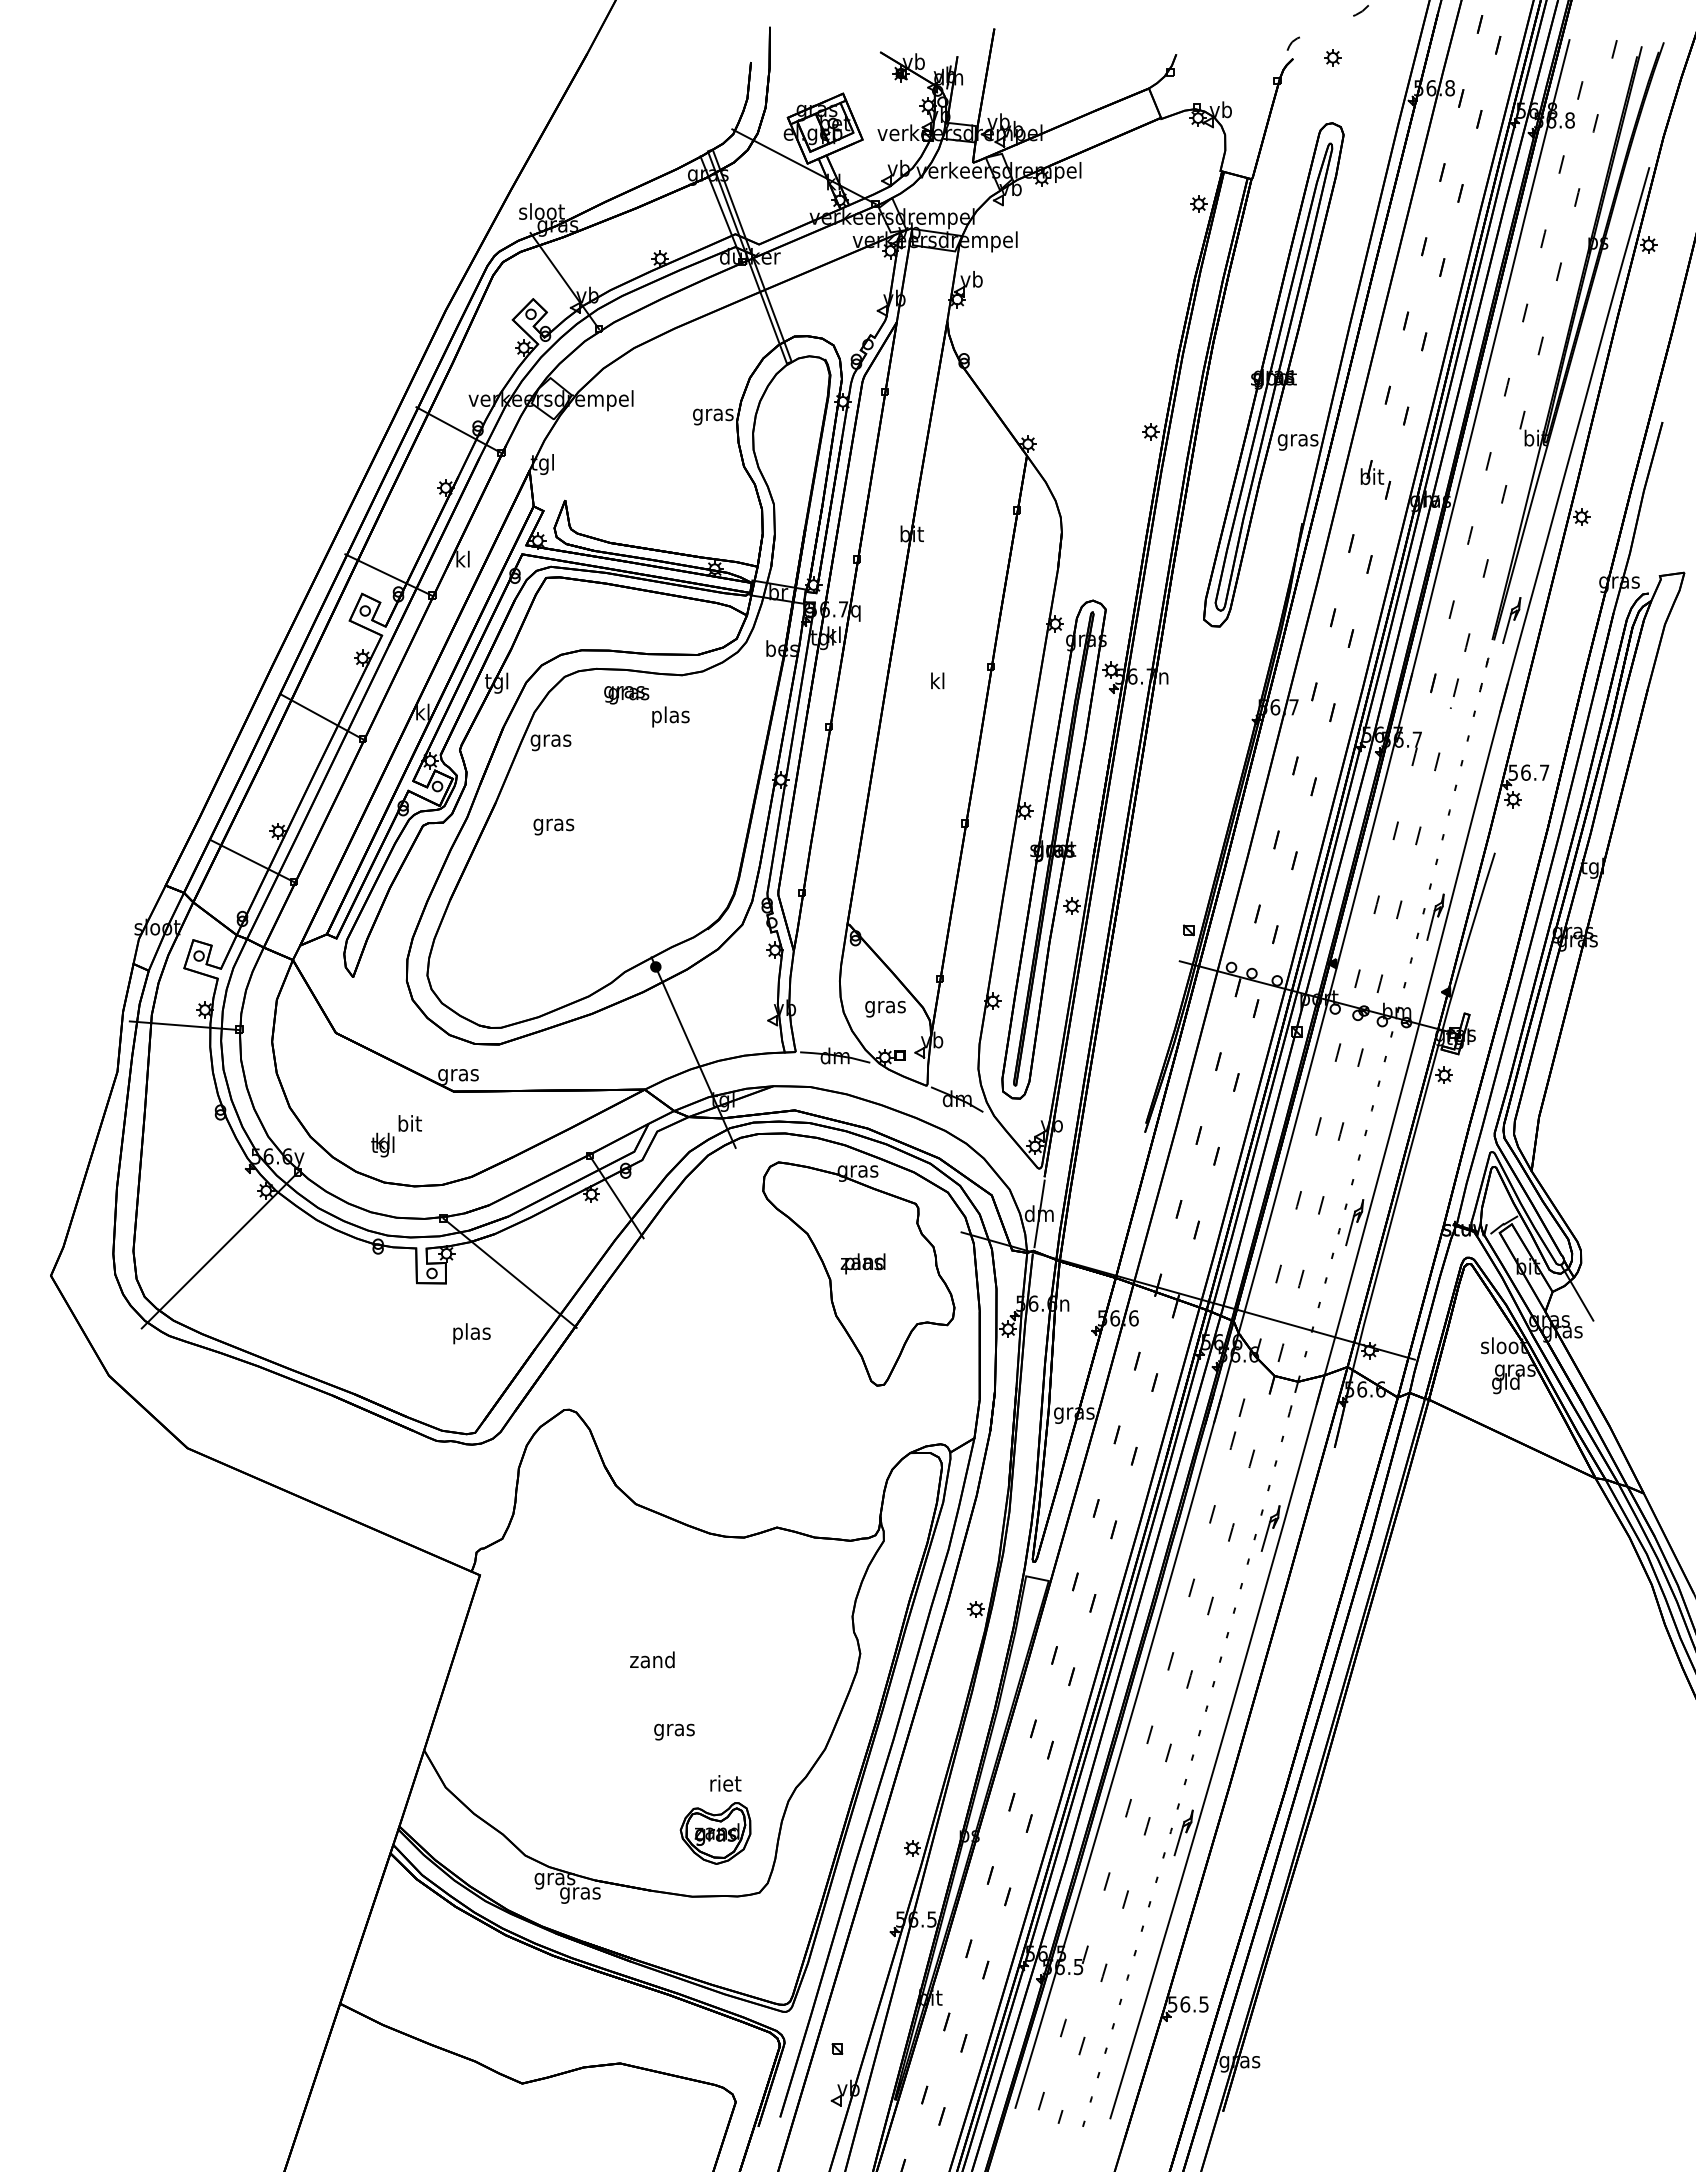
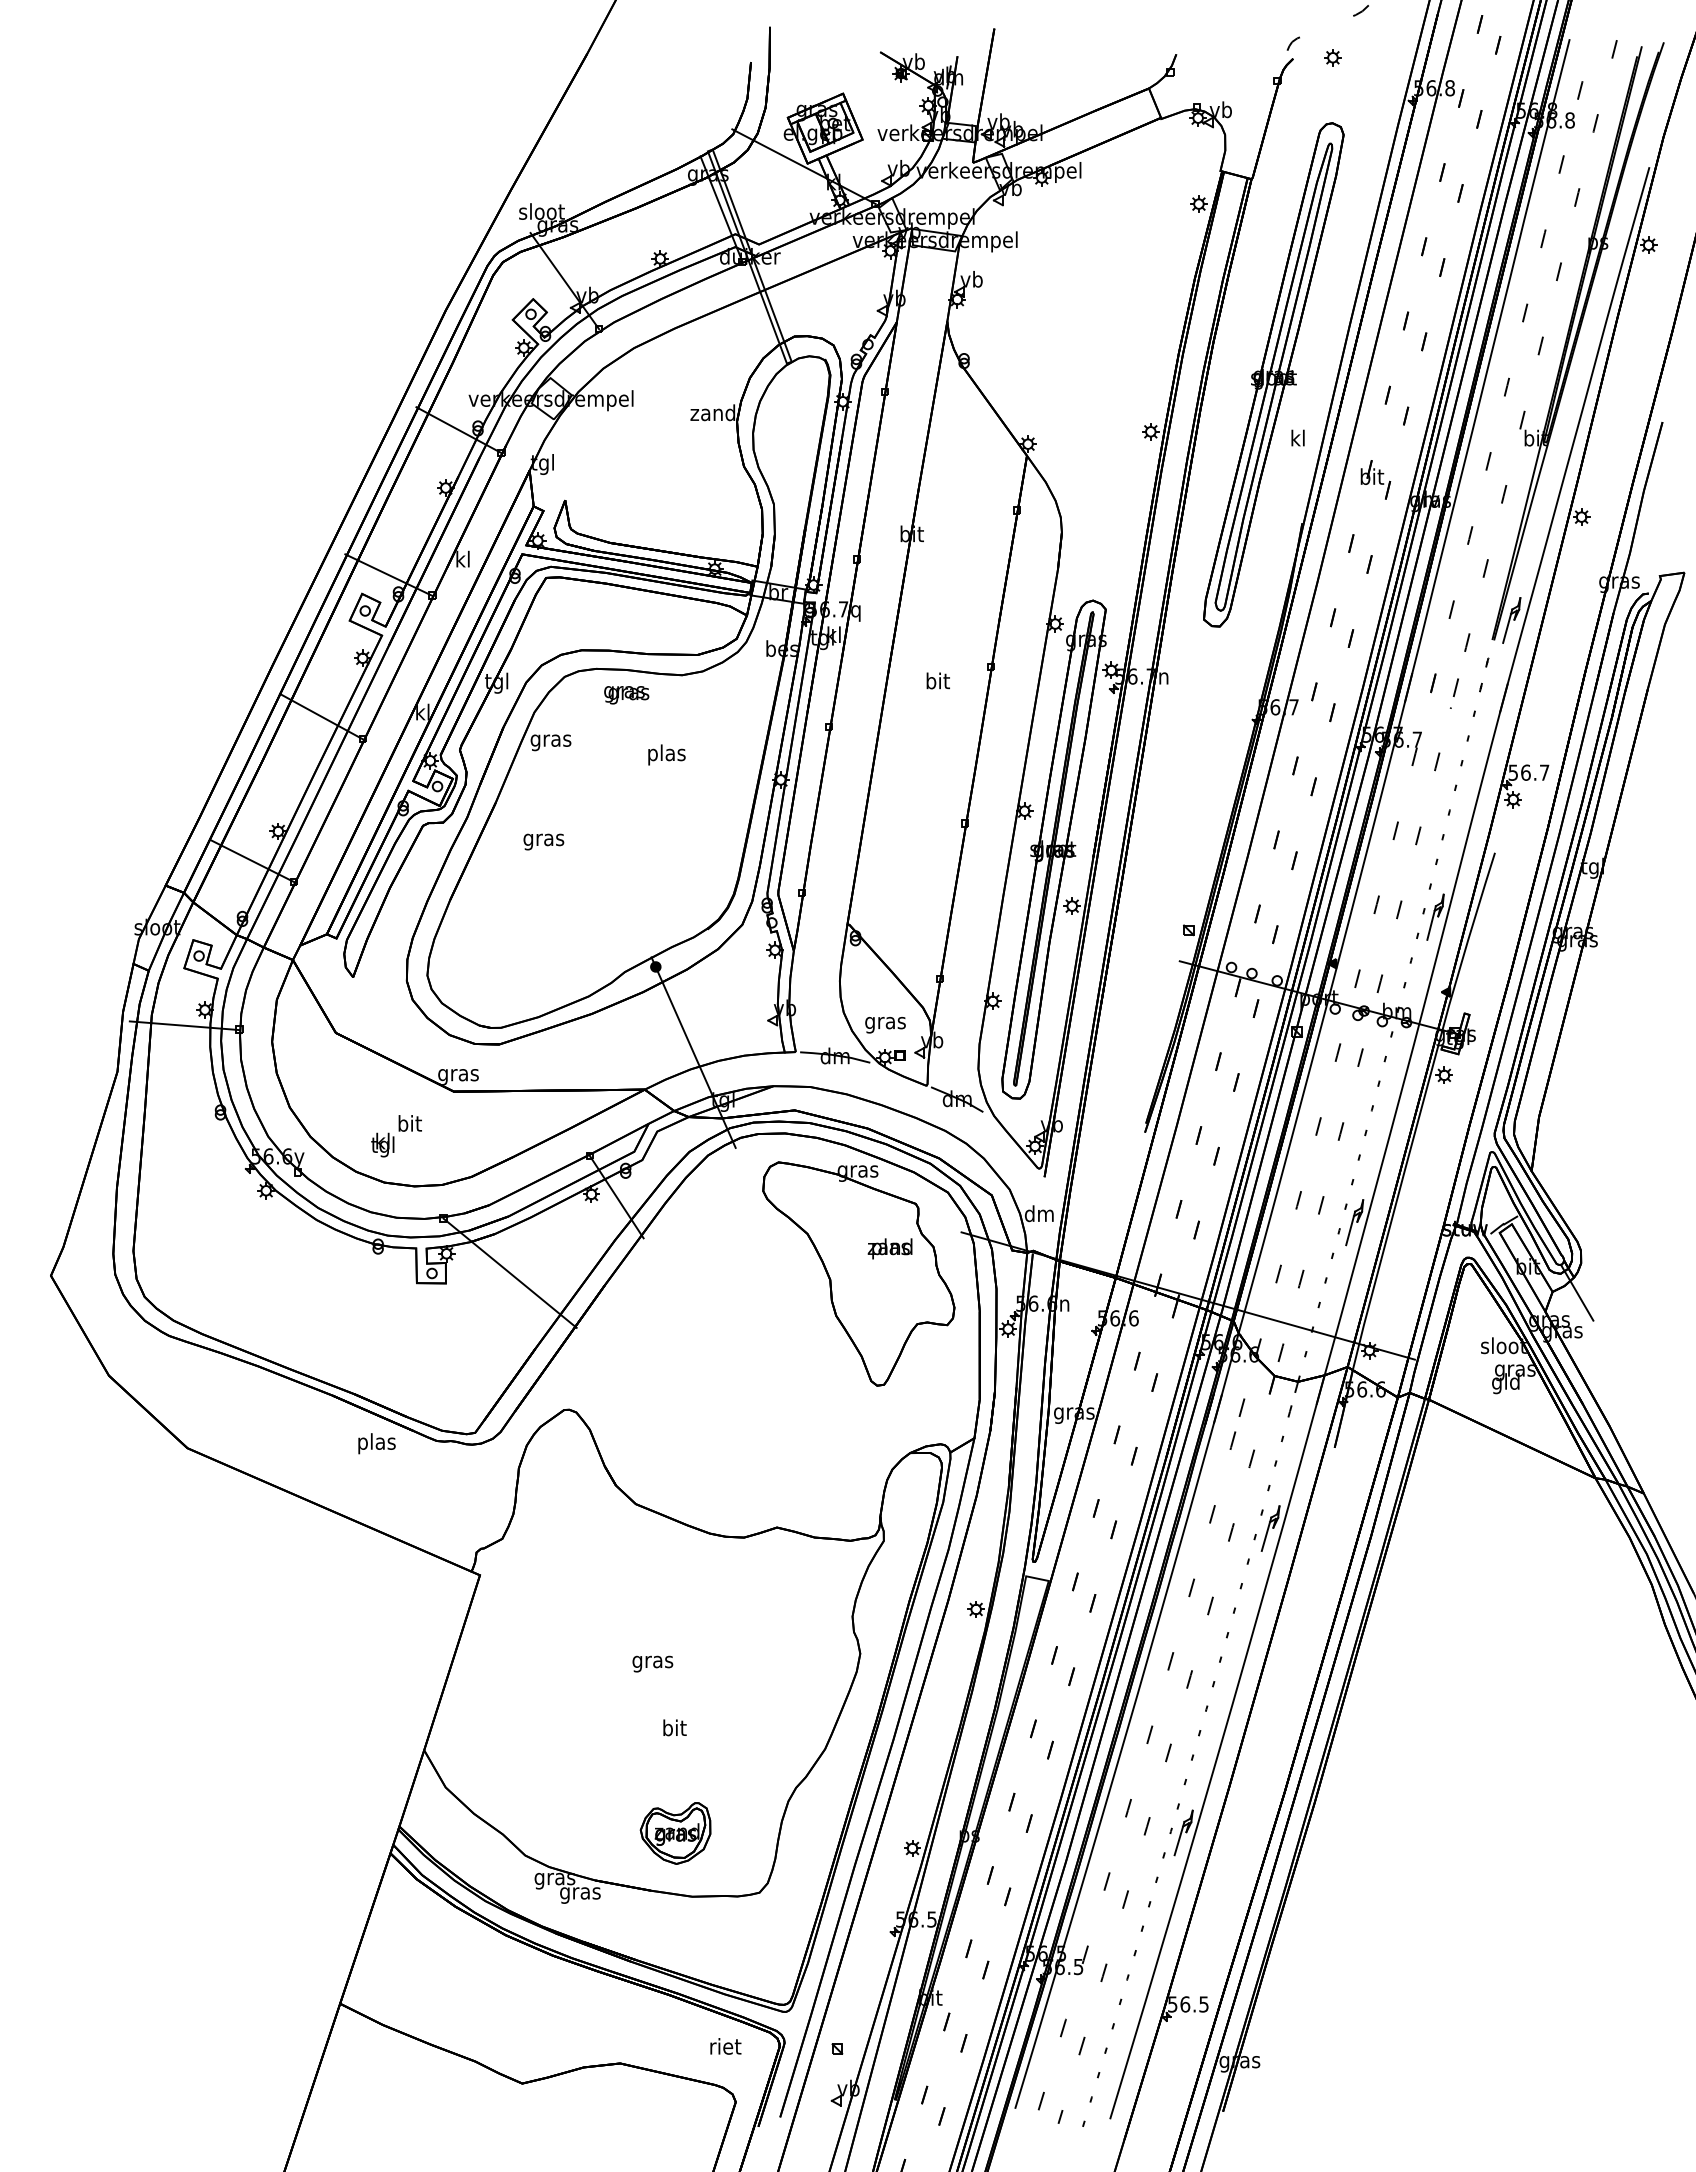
text at (712, 414): gras -> zand
text at (1297, 439): gras -> kl
text at (938, 680): kl -> bit
text at (670, 716) position: (670, 716) -> (666, 754)
text at (553, 826) position: (553, 826) -> (543, 841)
text at (885, 1009) position: (885, 1009) -> (885, 1025)
line at (1039, 1213): present -> none
line at (219, 1250): present -> none
text at (862, 1263) position: (862, 1263) -> (889, 1248)
text at (471, 1333) position: (471, 1333) -> (376, 1443)
text at (652, 1661): zand -> gras
text at (674, 1729): gras -> bit
text at (725, 1783) position: (725, 1783) -> (725, 2046)
part at (715, 1833) position: (715, 1833) -> (675, 1833)
